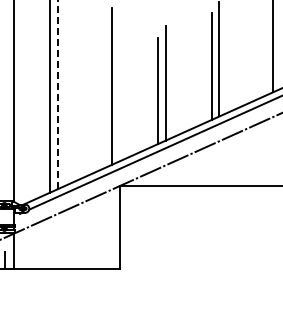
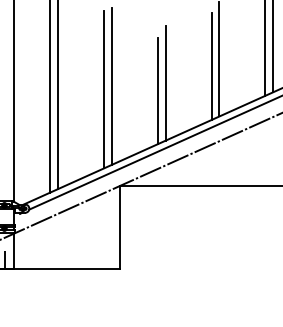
line at (265, 48): none -> present
line at (103, 89): none -> present
line at (57, 94): dashed -> solid
